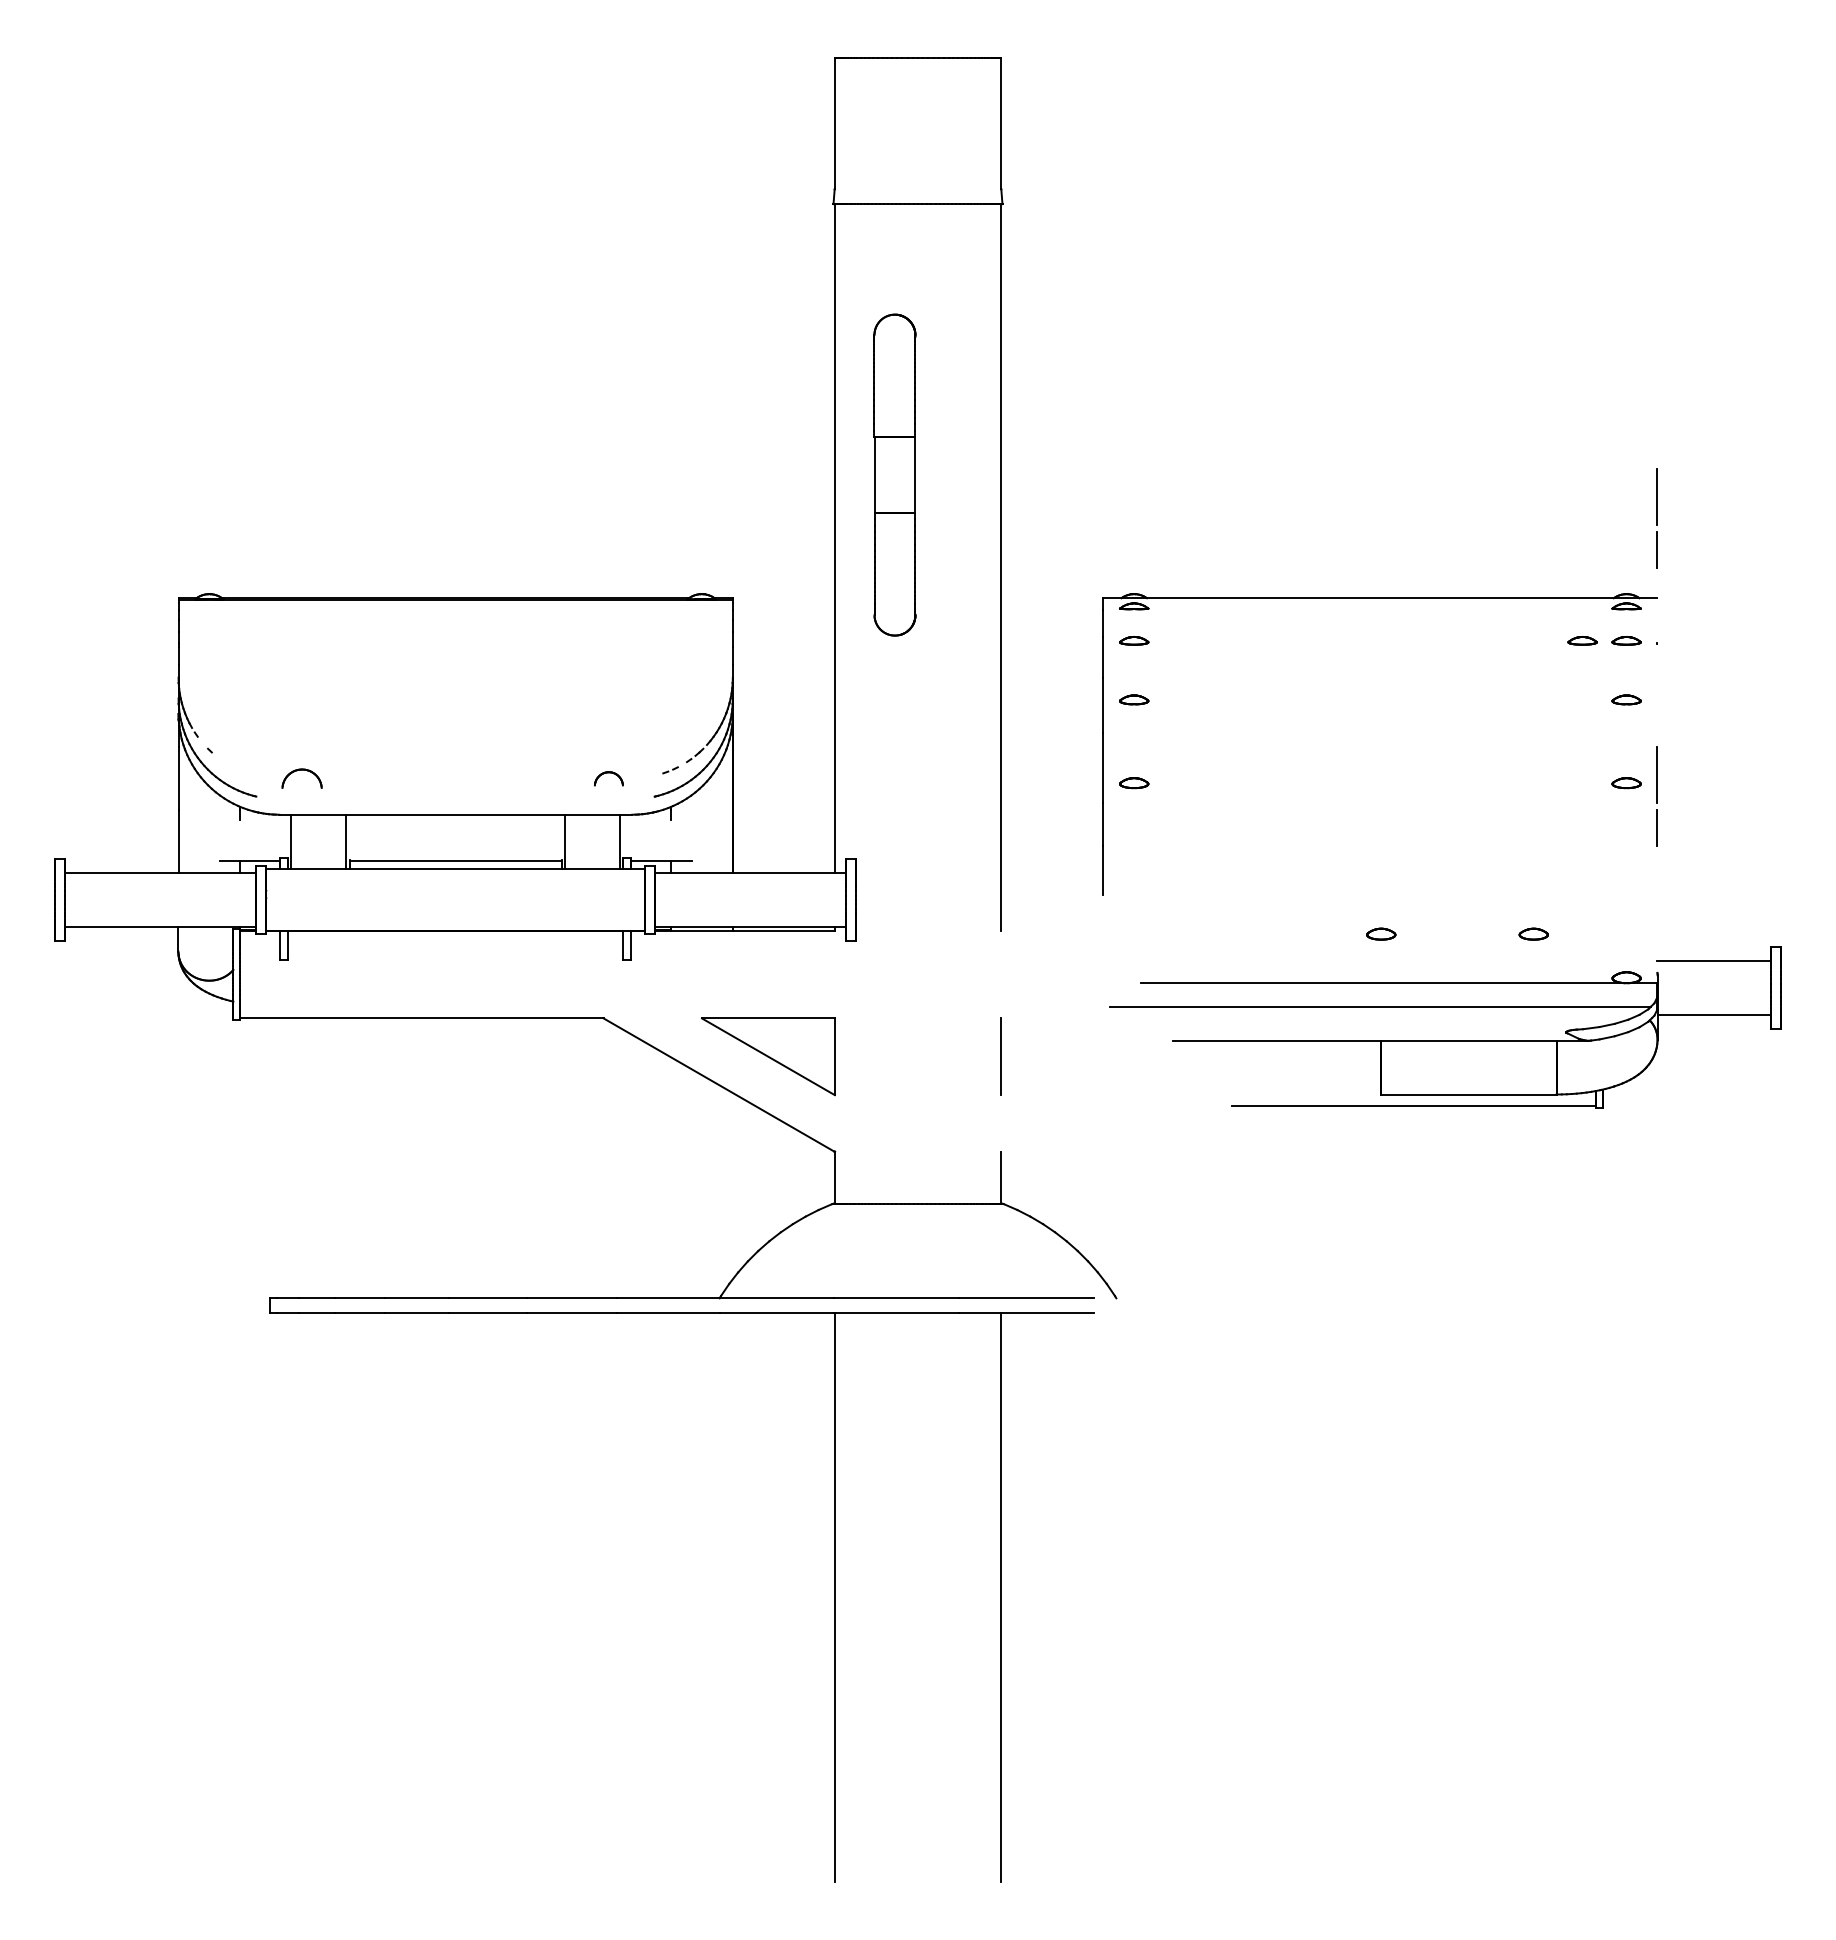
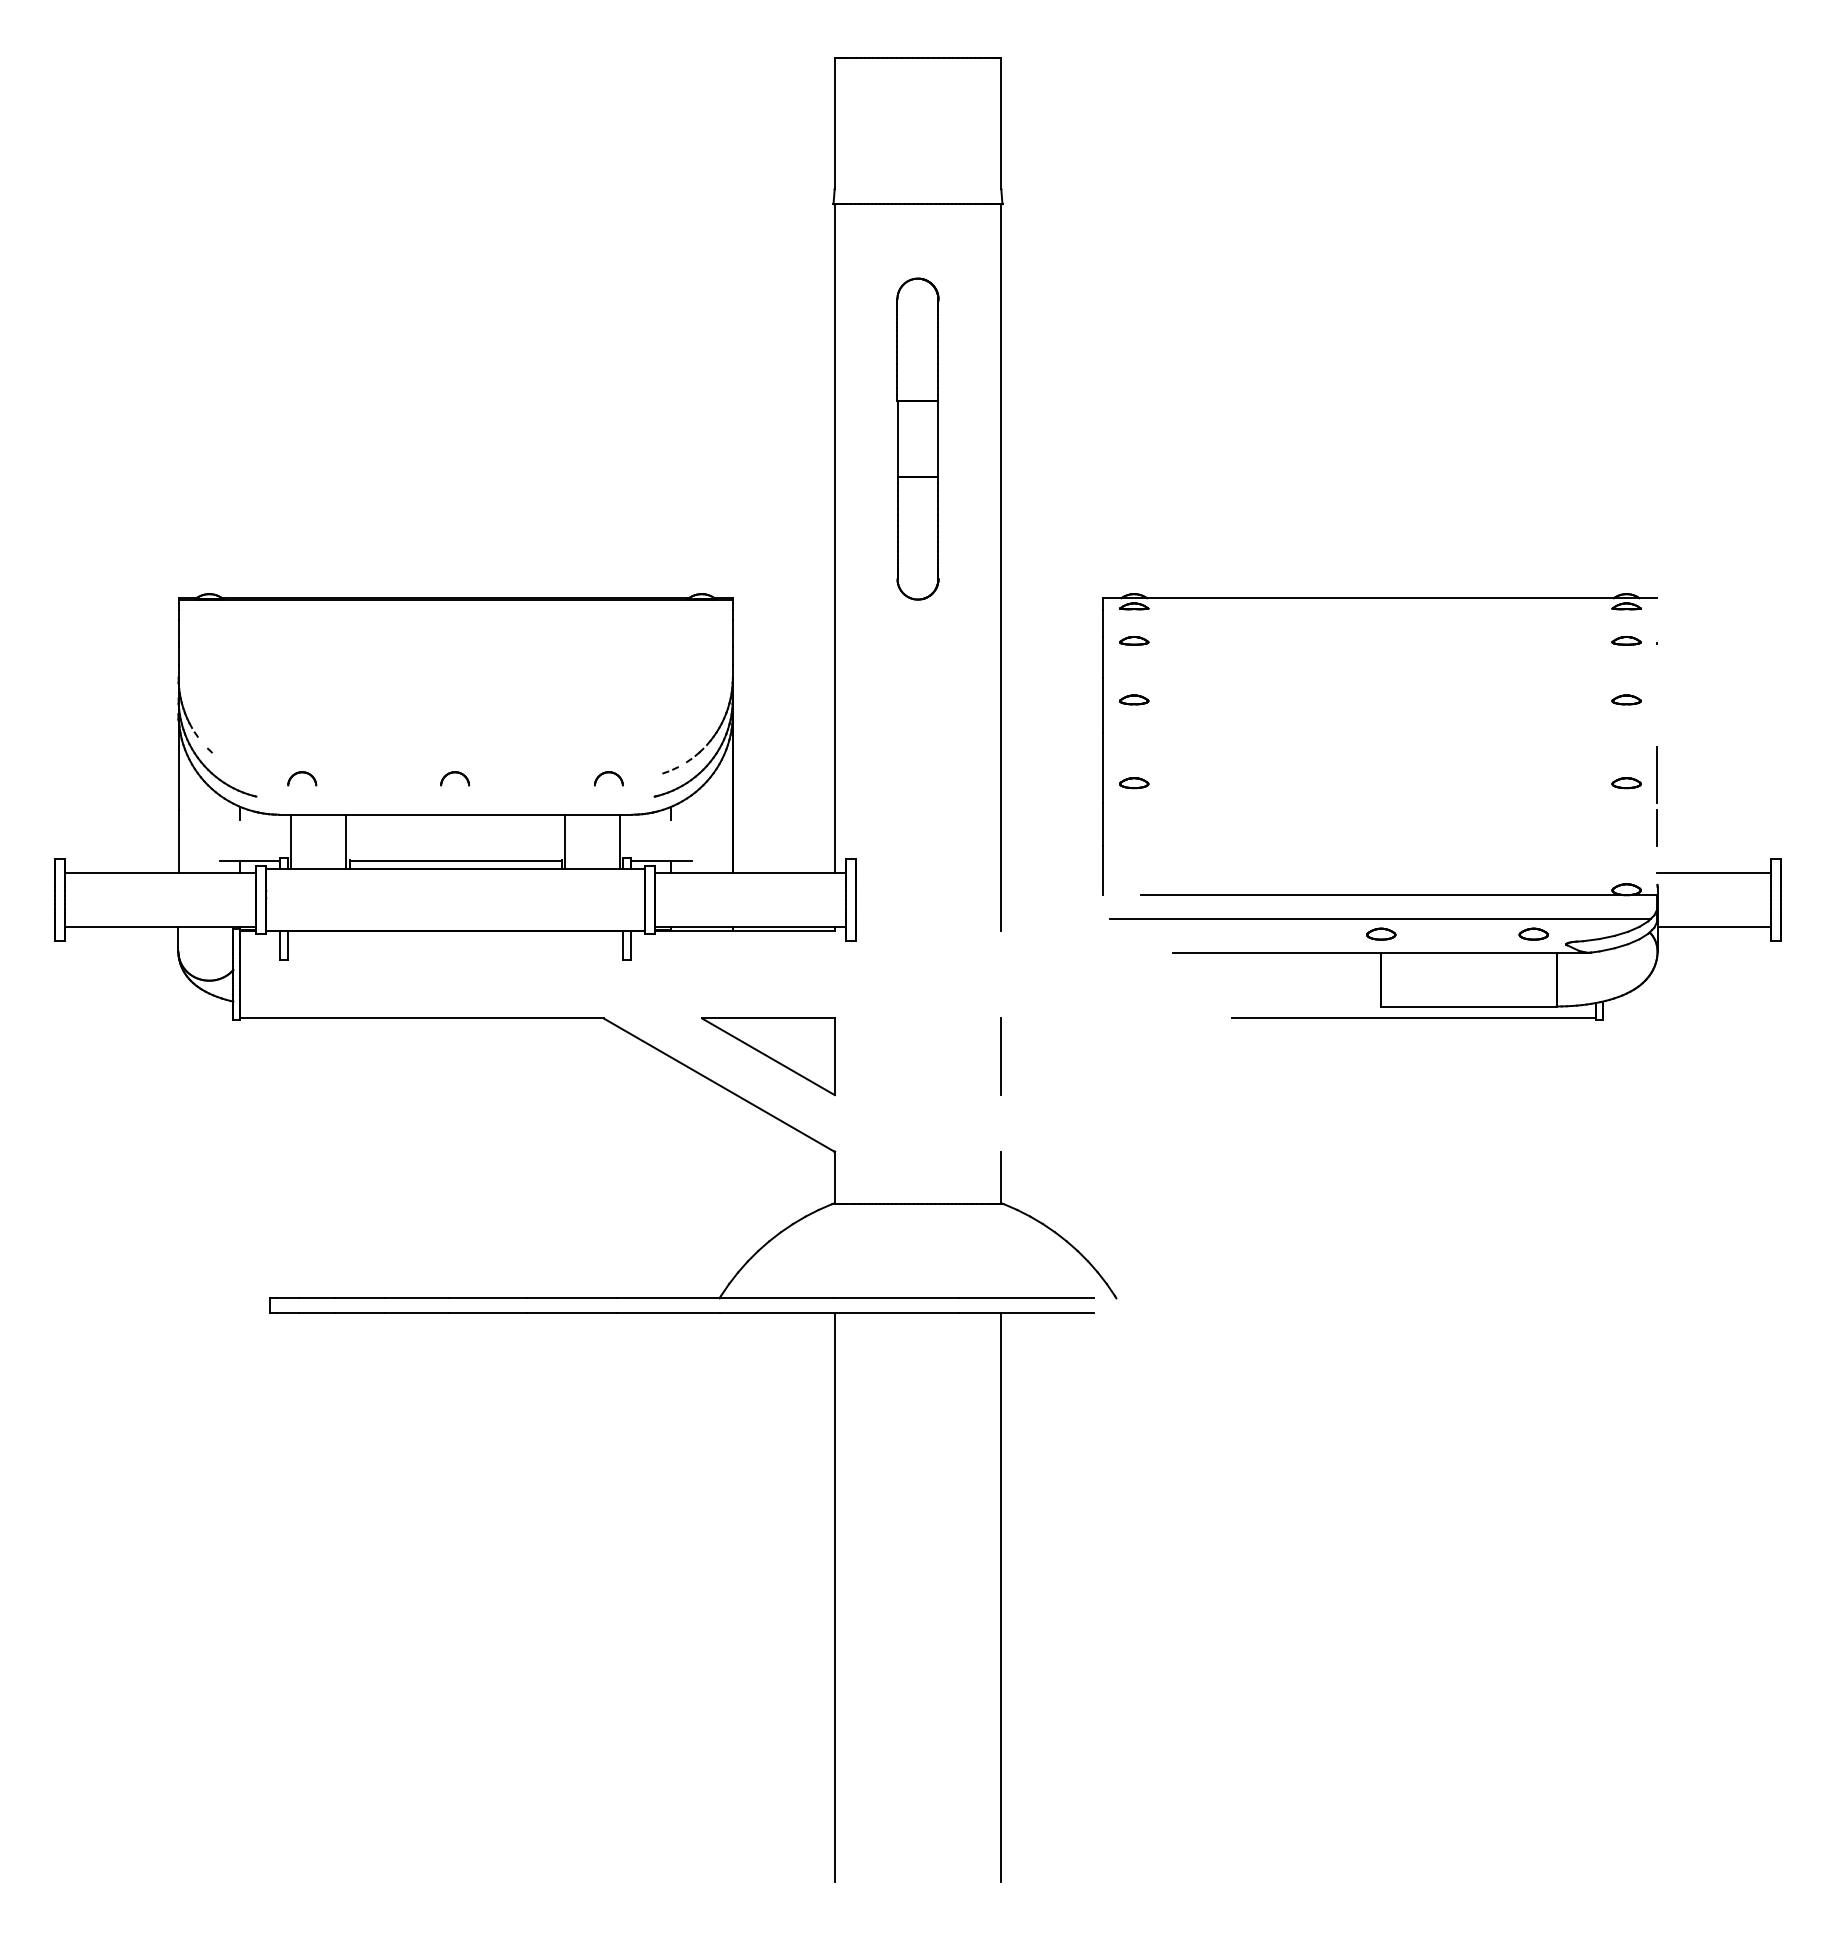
part at (894, 474) position: (894, 474) -> (917, 438)
line at (1656, 518): present -> none
part at (1582, 640): present -> none
part at (301, 778) size: 42x21 px -> 31x16 px
part at (455, 778): none -> present
part at (1445, 1040) position: (1445, 1040) -> (1445, 952)
